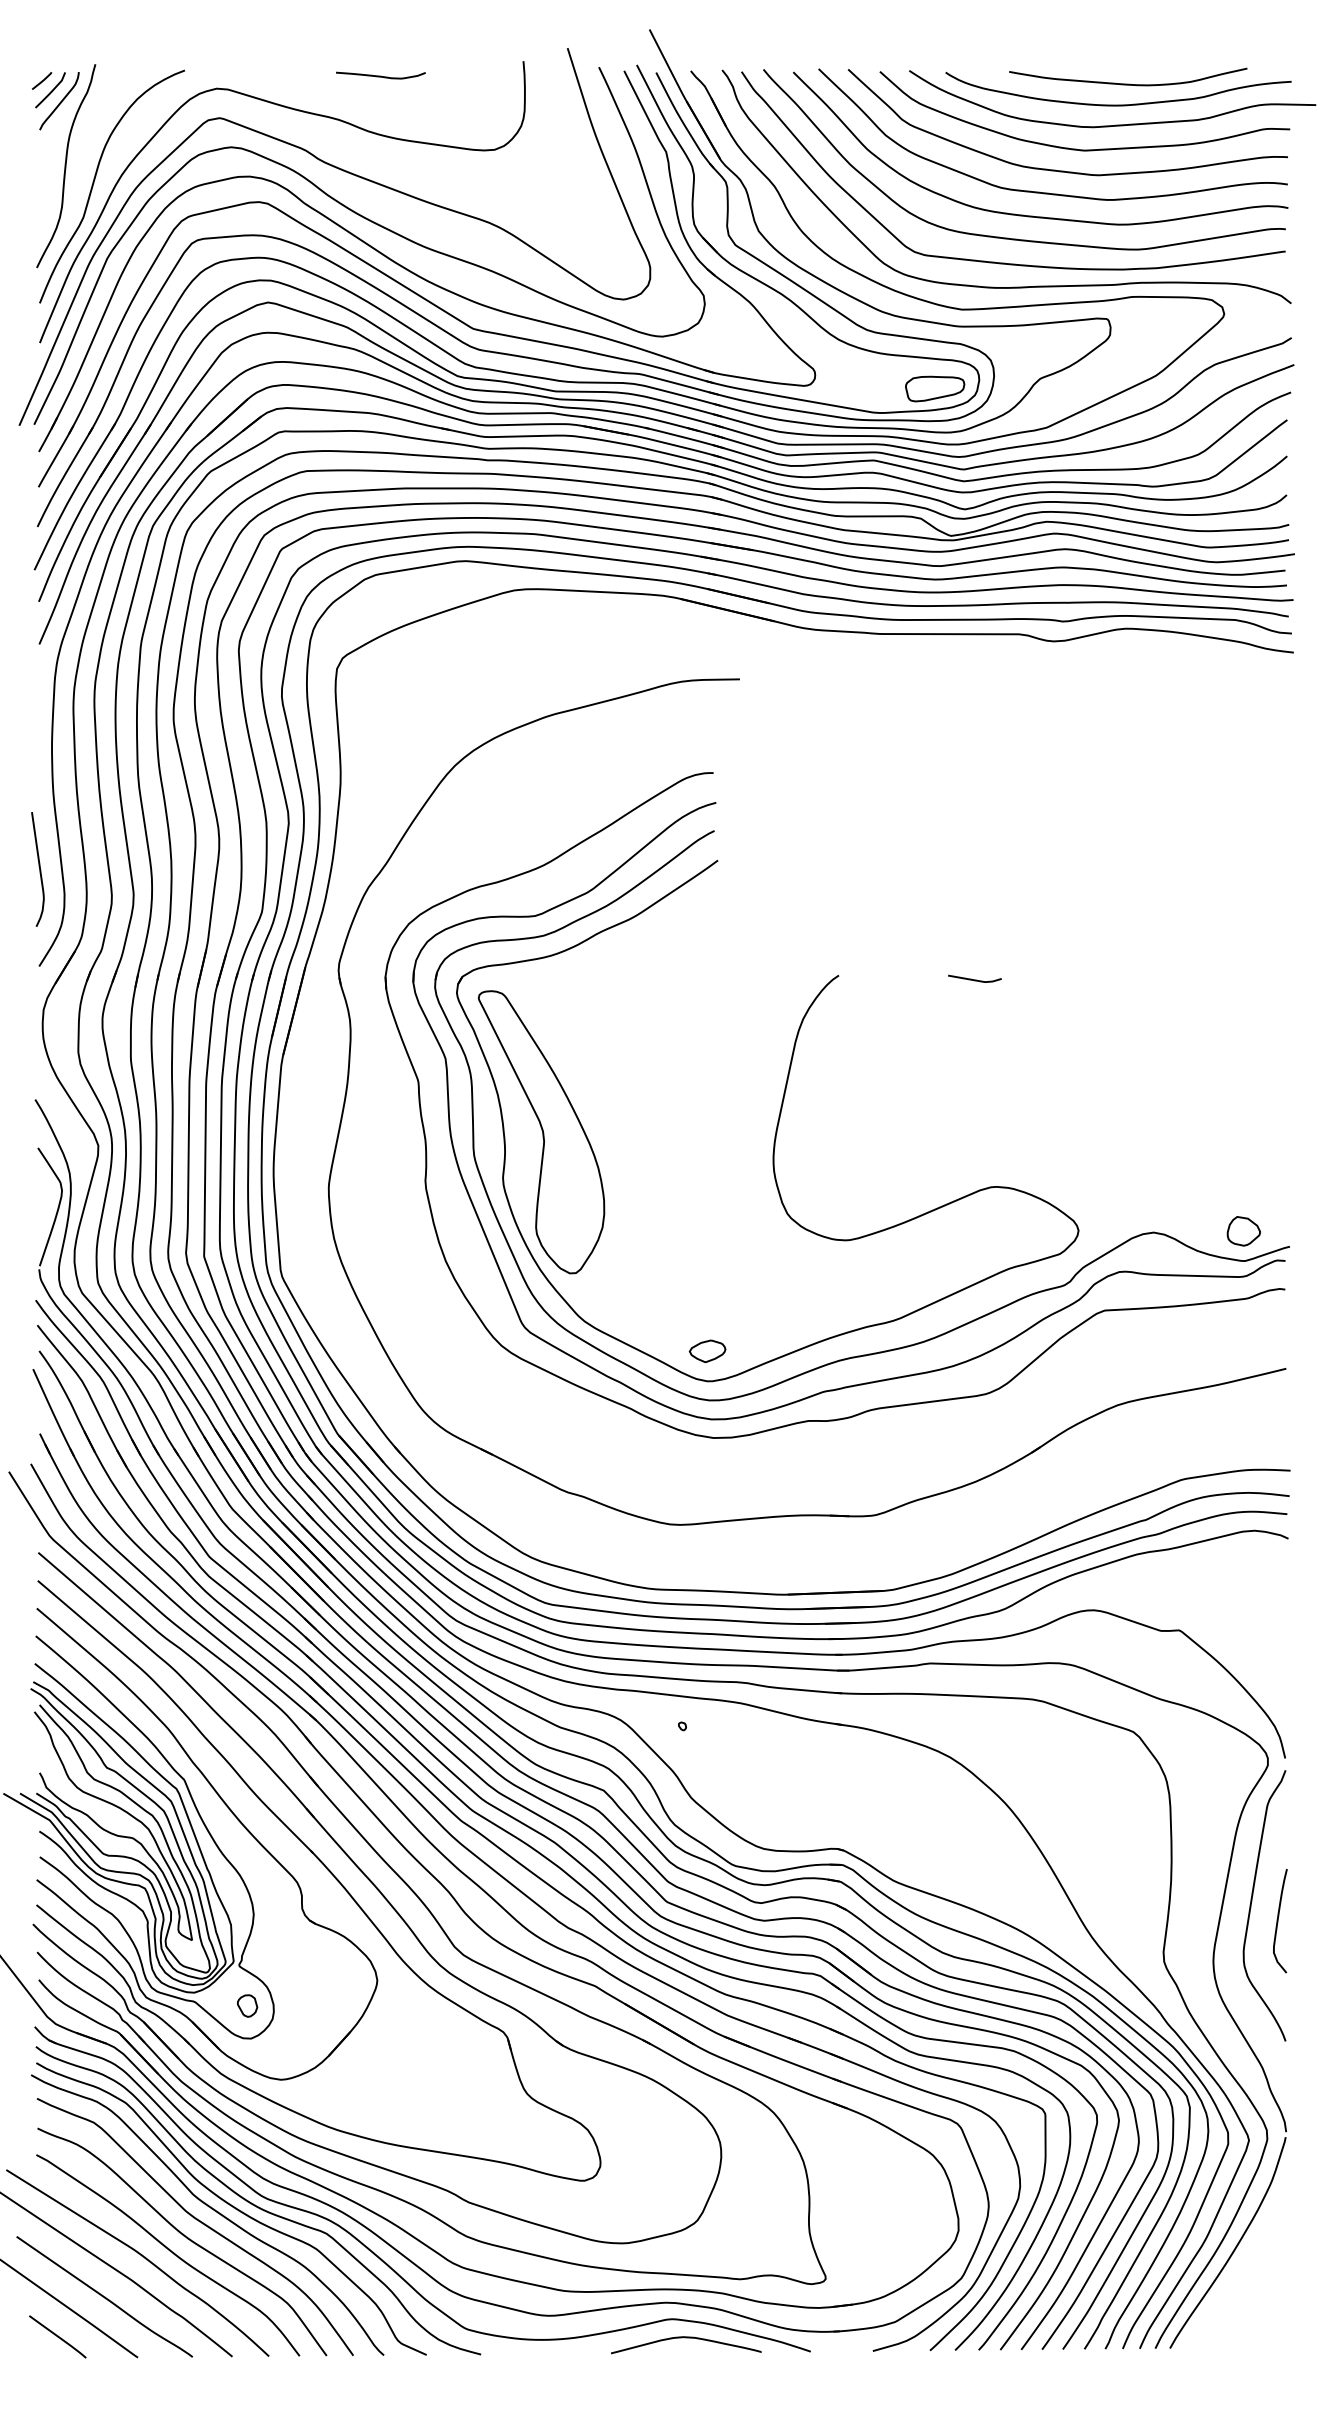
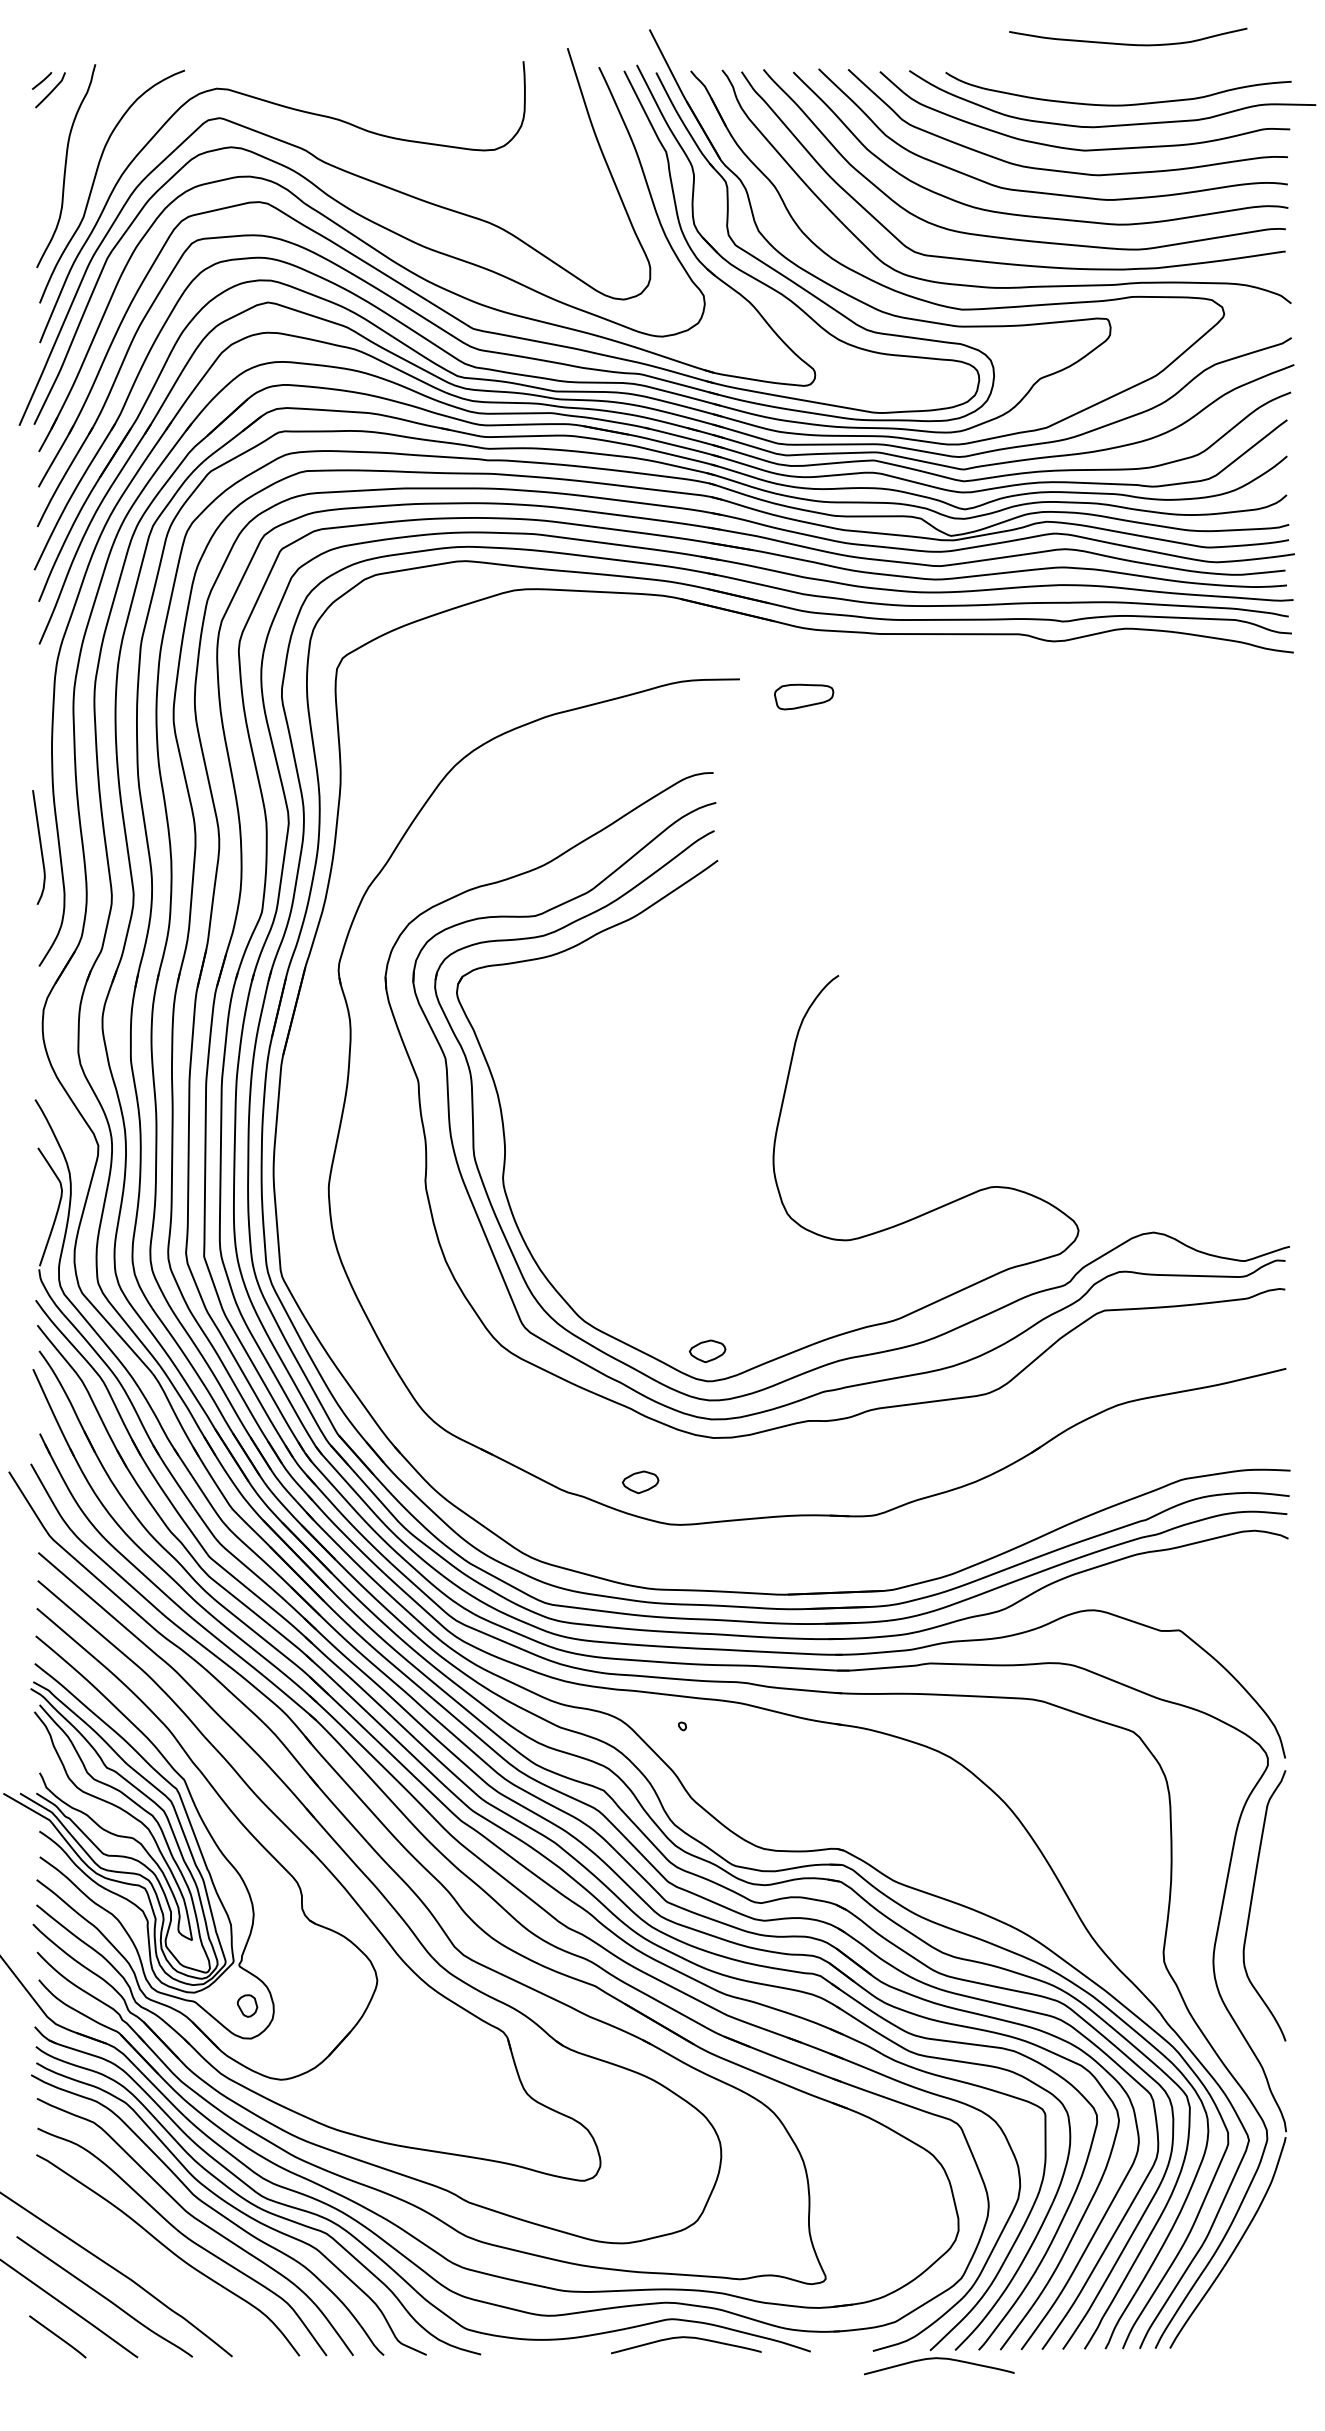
curve at (380, 75): present -> none
curve at (1128, 83) position: (1128, 83) -> (1128, 43)
curve at (60, 101): present -> none
part at (935, 388) position: (935, 388) -> (804, 696)
curve at (39, 869) position: (39, 869) -> (40, 847)
curve at (974, 979): present -> none
part at (541, 1132): present -> none
part at (1243, 1231): present -> none
part at (640, 1482): none -> present
curve at (1278, 1921): present -> none
curve at (141, 2256): present -> none
curve at (939, 2359): none -> present
